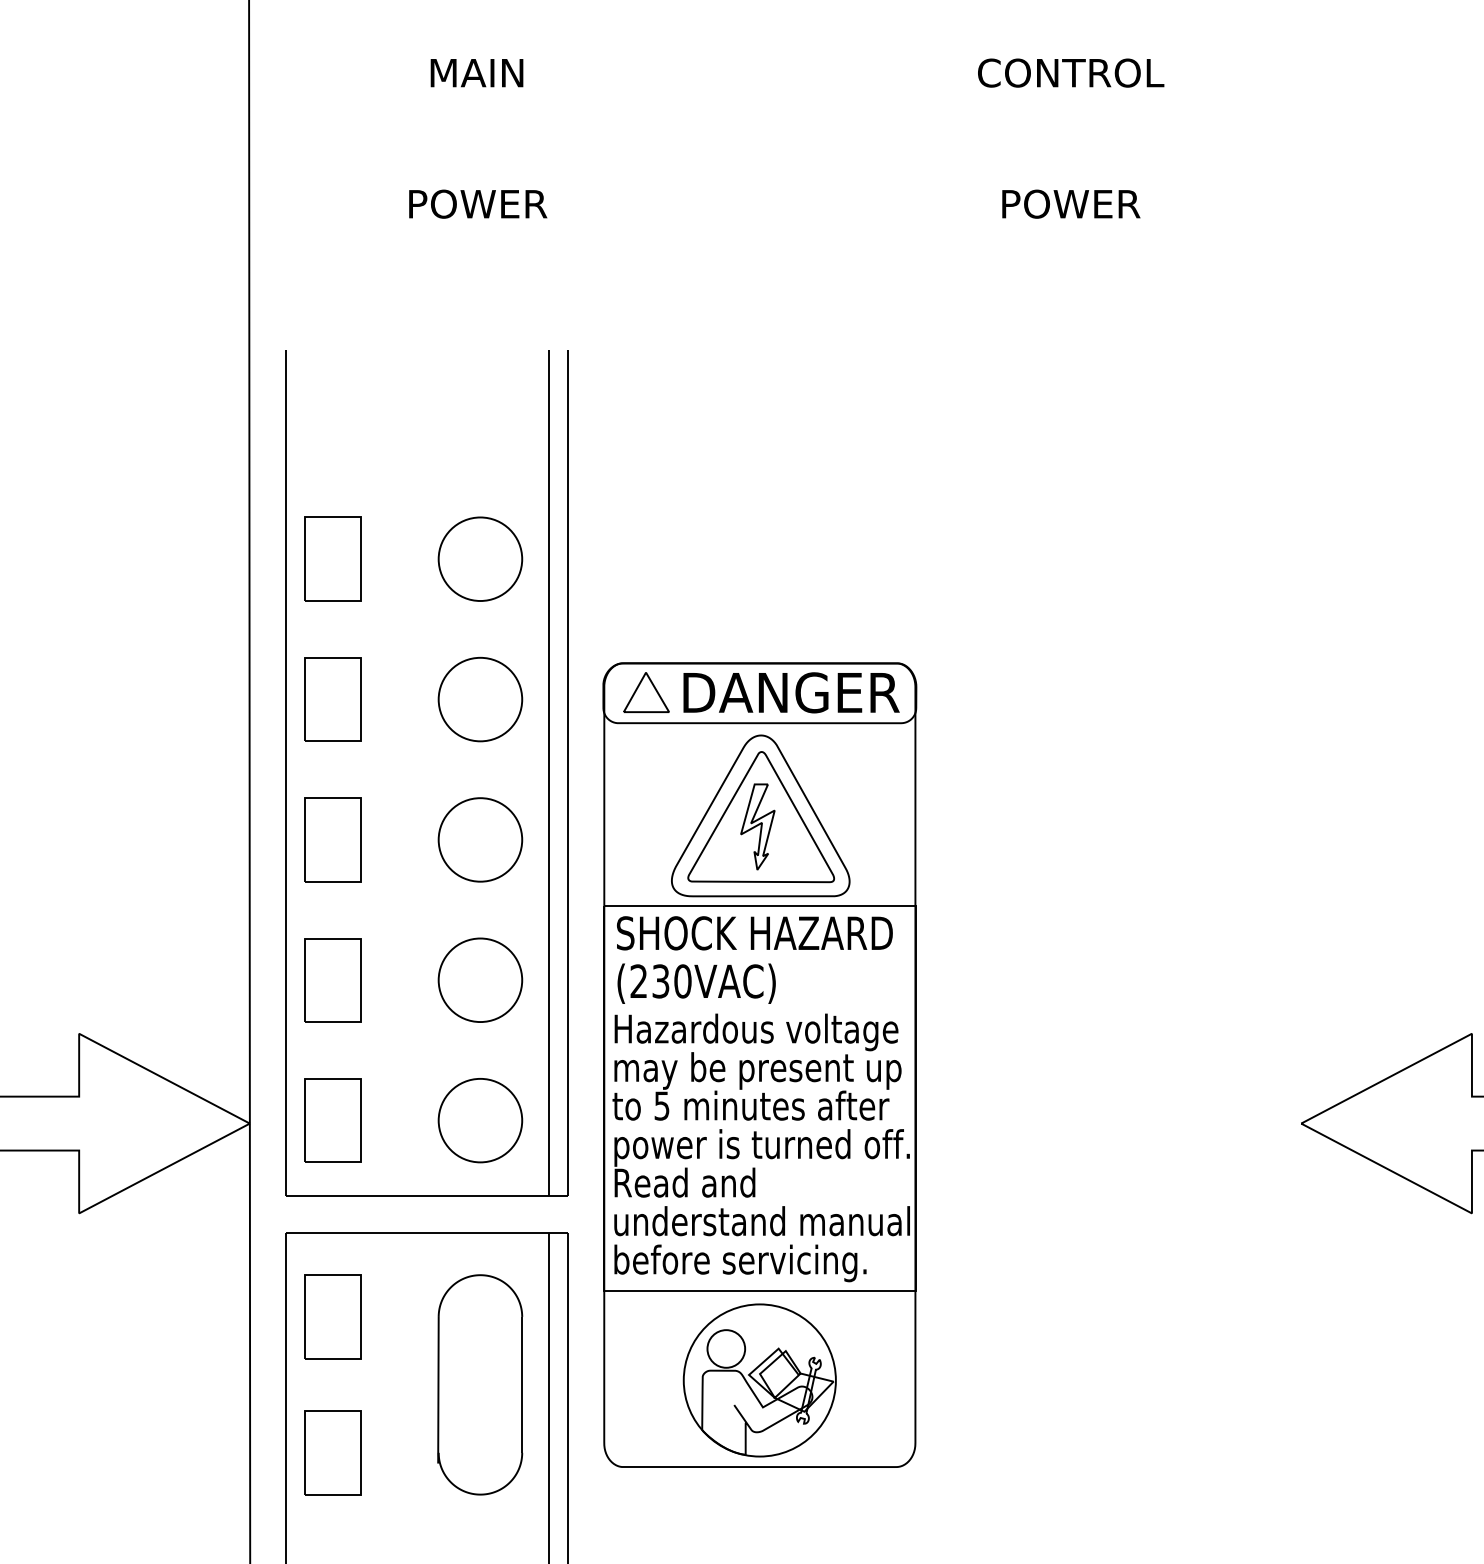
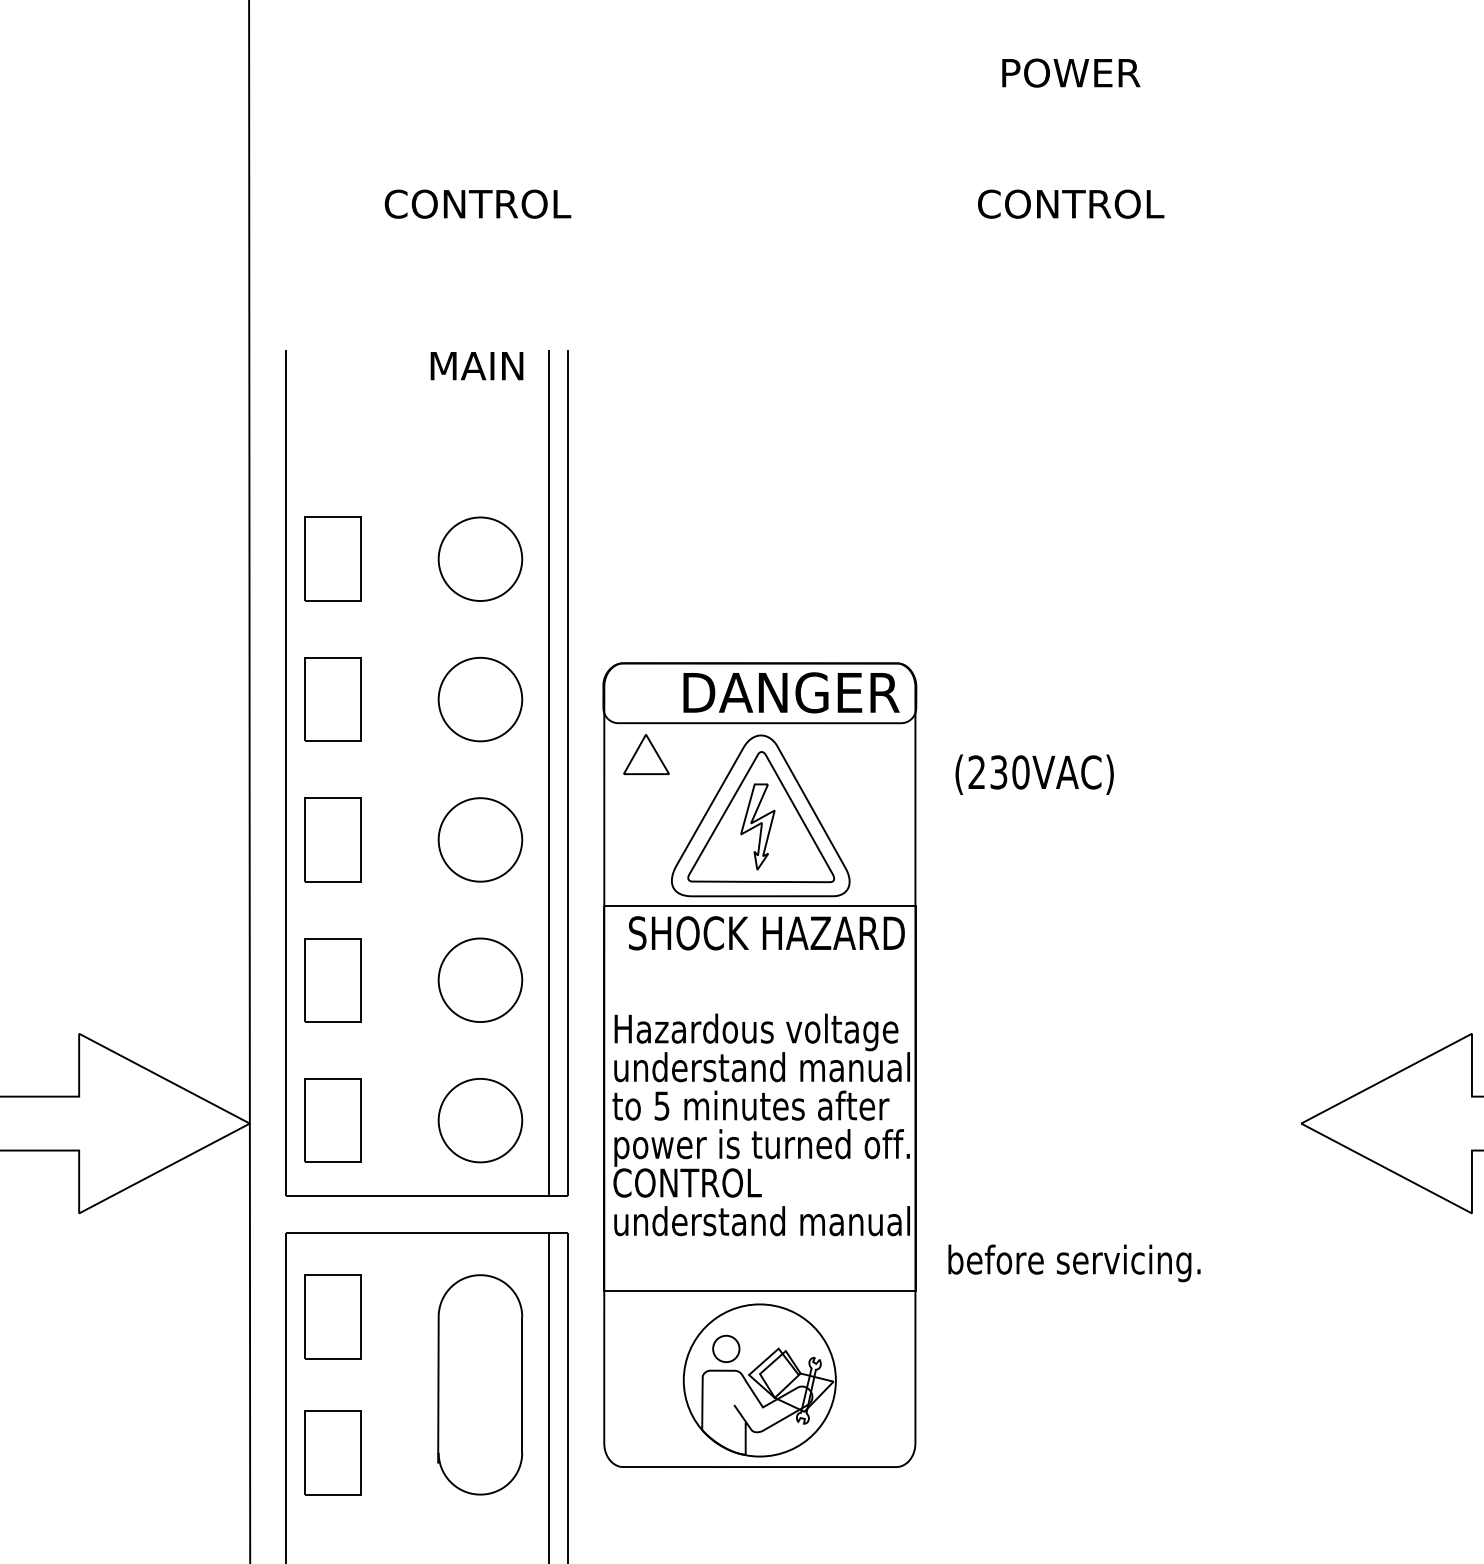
text at (1071, 72): CONTROL -> POWER
text at (476, 73) position: (476, 73) -> (476, 366)
text at (477, 203): POWER -> CONTROL
text at (1071, 203): POWER -> CONTROL
part at (646, 692) position: (646, 692) -> (646, 754)
text at (754, 933) position: (754, 933) -> (766, 933)
text at (696, 983) position: (696, 983) -> (1034, 774)
text at (761, 1070): may be present up -> understand manual
text at (687, 1182): Read and -> CONTROL
text at (740, 1263) position: (740, 1263) -> (1074, 1263)
circle at (726, 1348) diameter: 38 px -> 26 px
